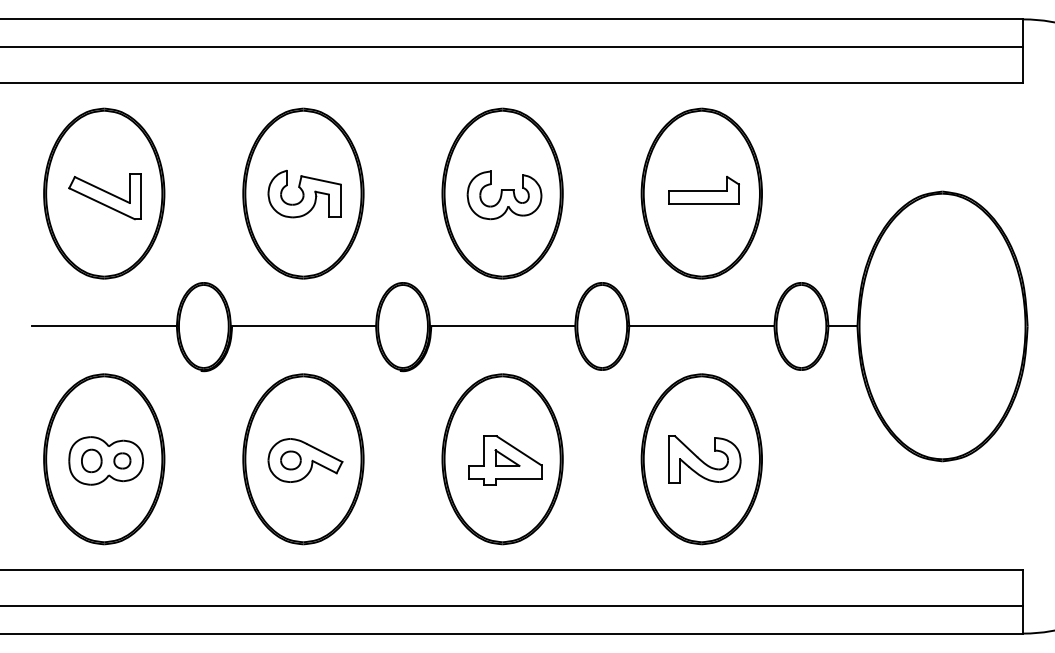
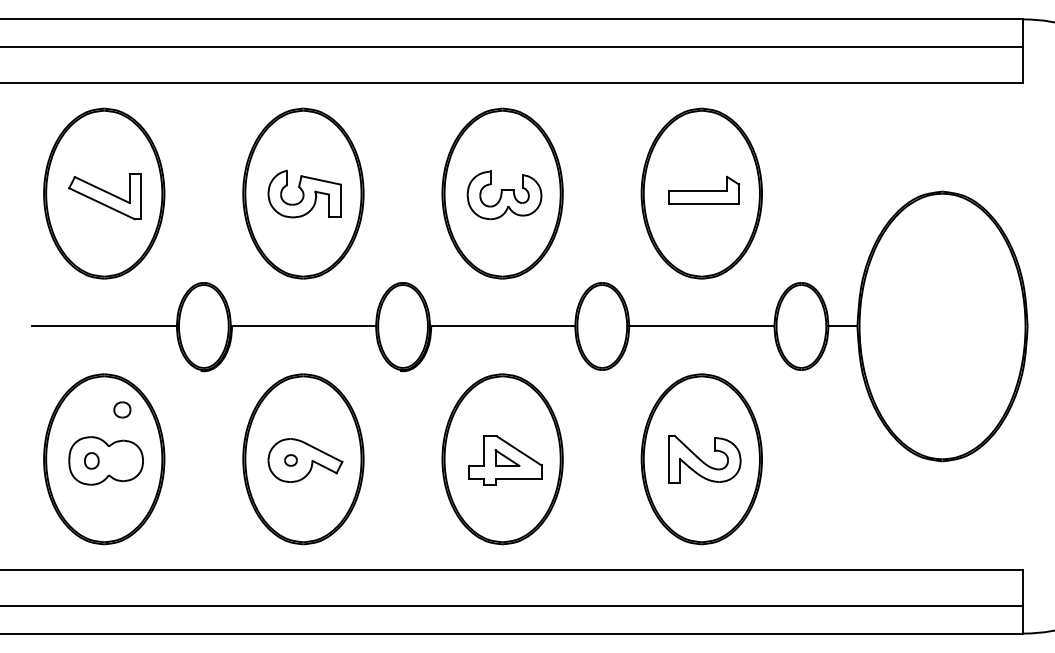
part at (91, 460) size: 22x26 px -> 16x18 px
part at (122, 460) position: (122, 460) -> (122, 409)
part at (290, 460) size: 22x21 px -> 14x13 px
